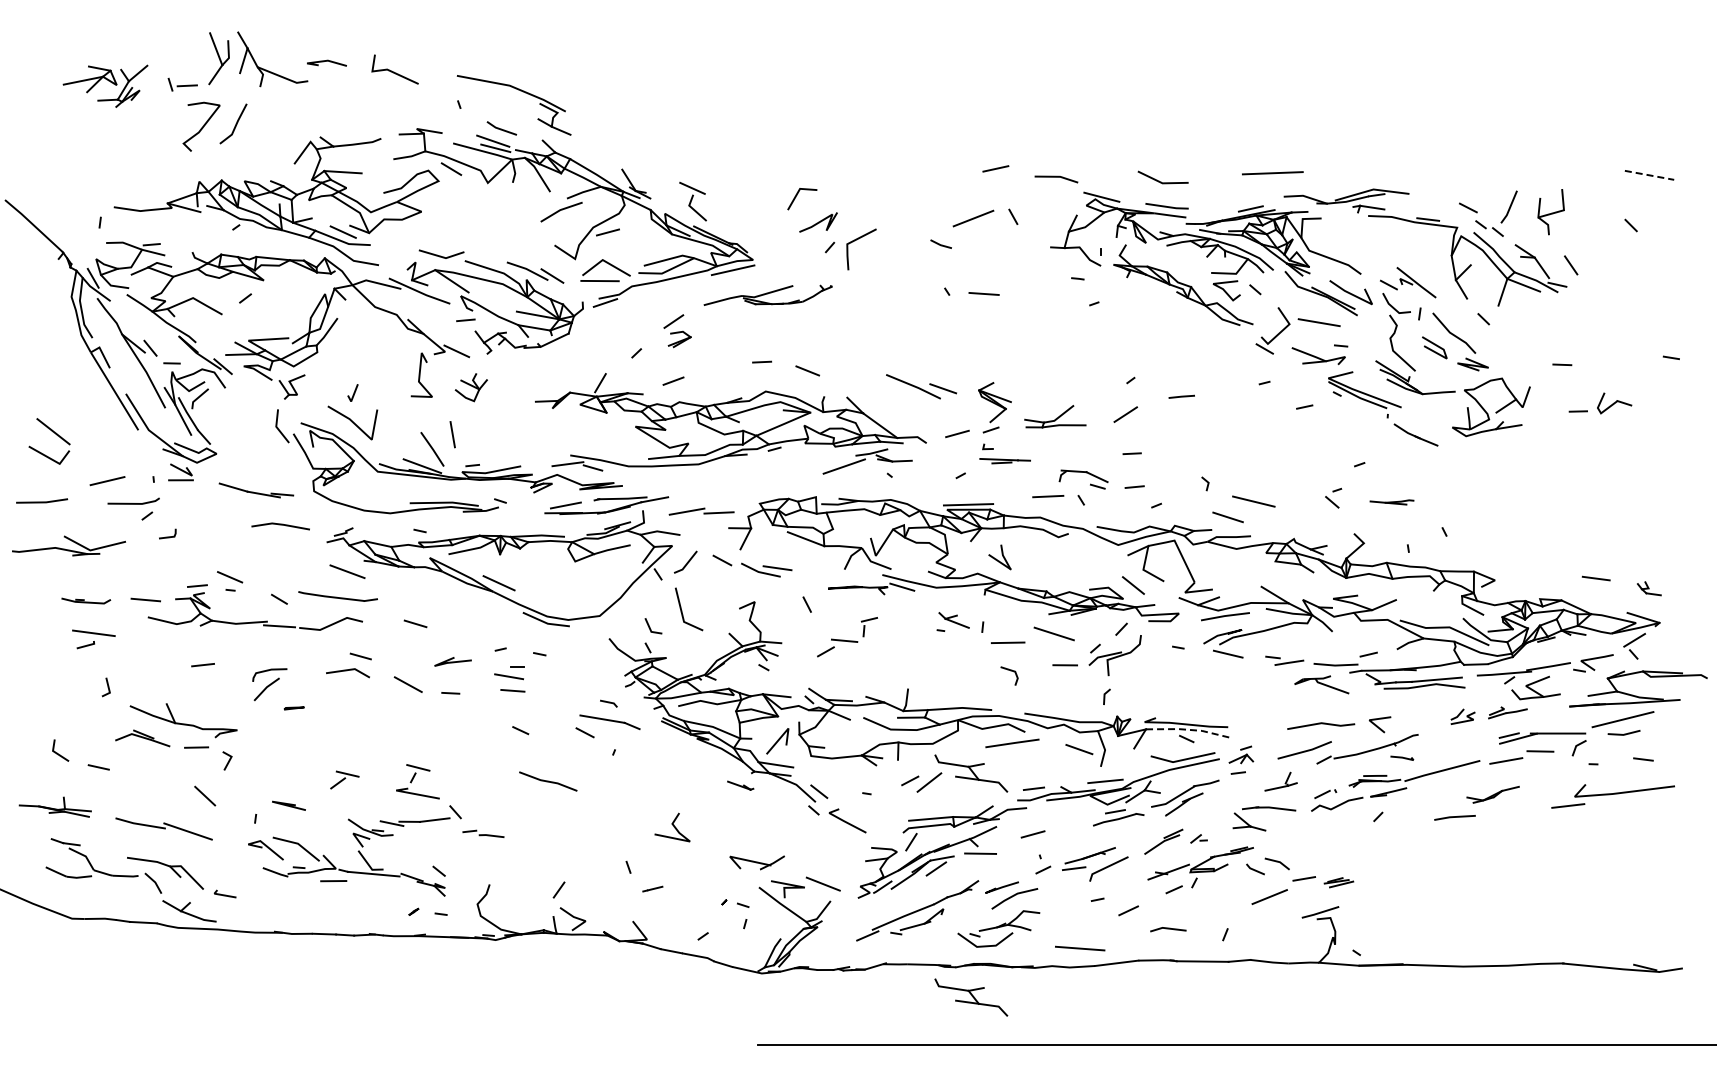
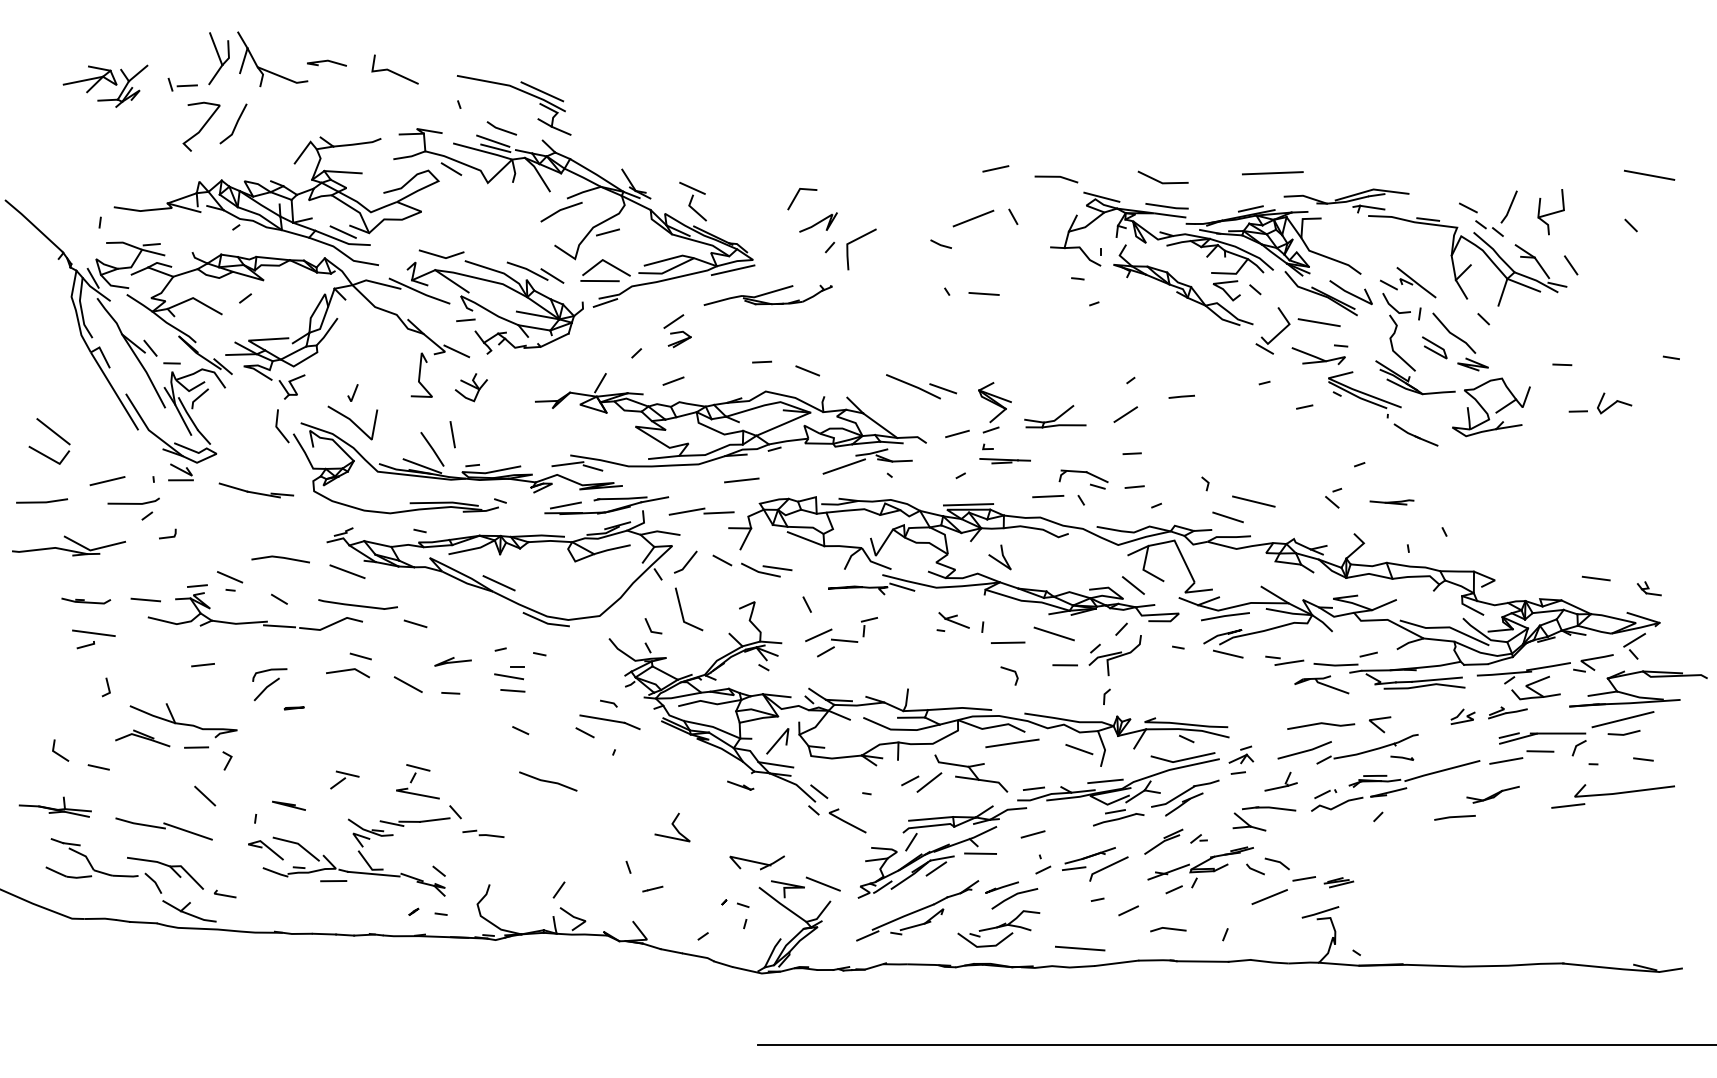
line at (542, 91): none -> present
line at (1650, 175): dashed -> solid
line at (741, 480): none -> present
line at (280, 525) position: (280, 525) -> (280, 558)
part at (337, 596) position: (337, 596) -> (357, 604)
line at (818, 635): none -> present
line at (1188, 729): dashed -> solid
part at (971, 997): present -> none
